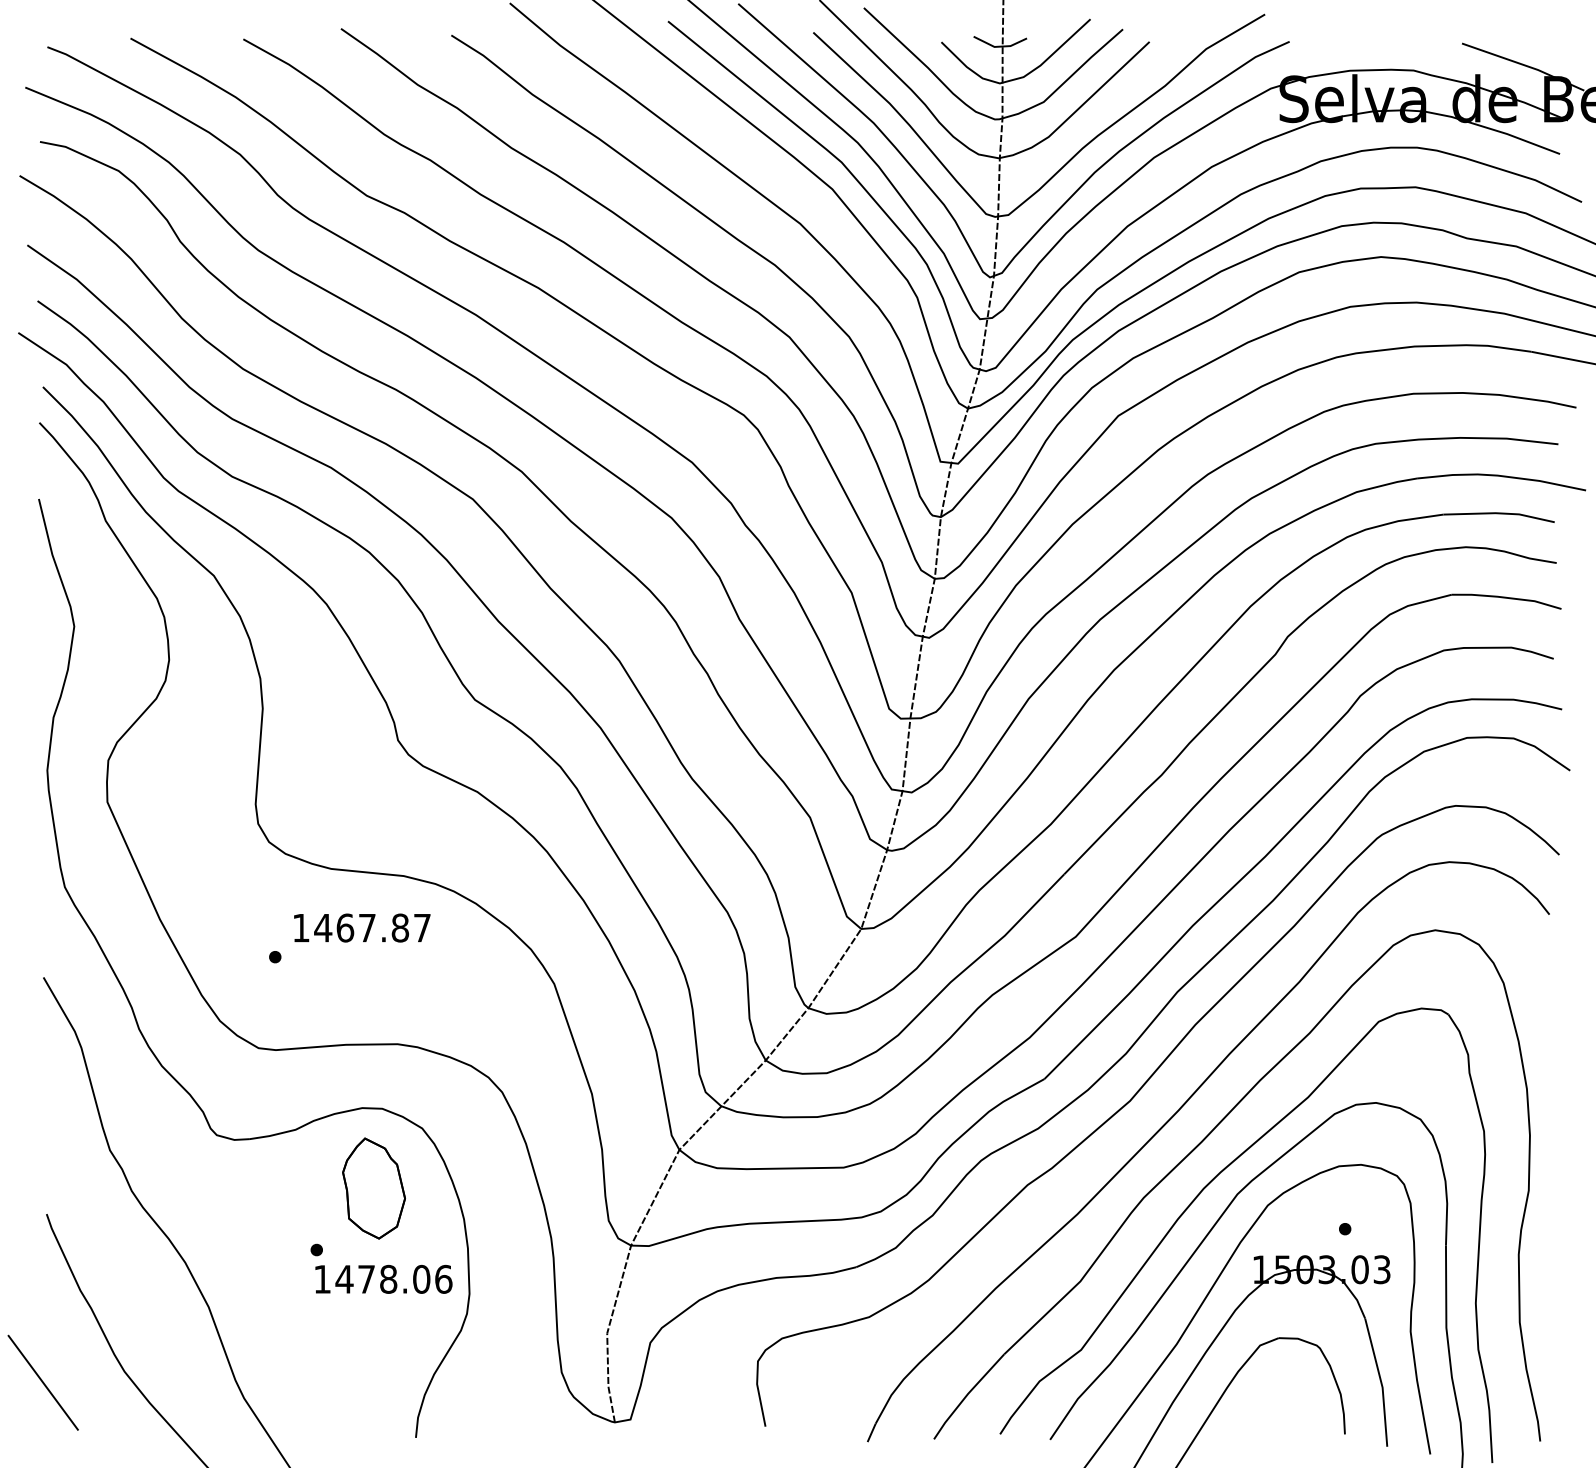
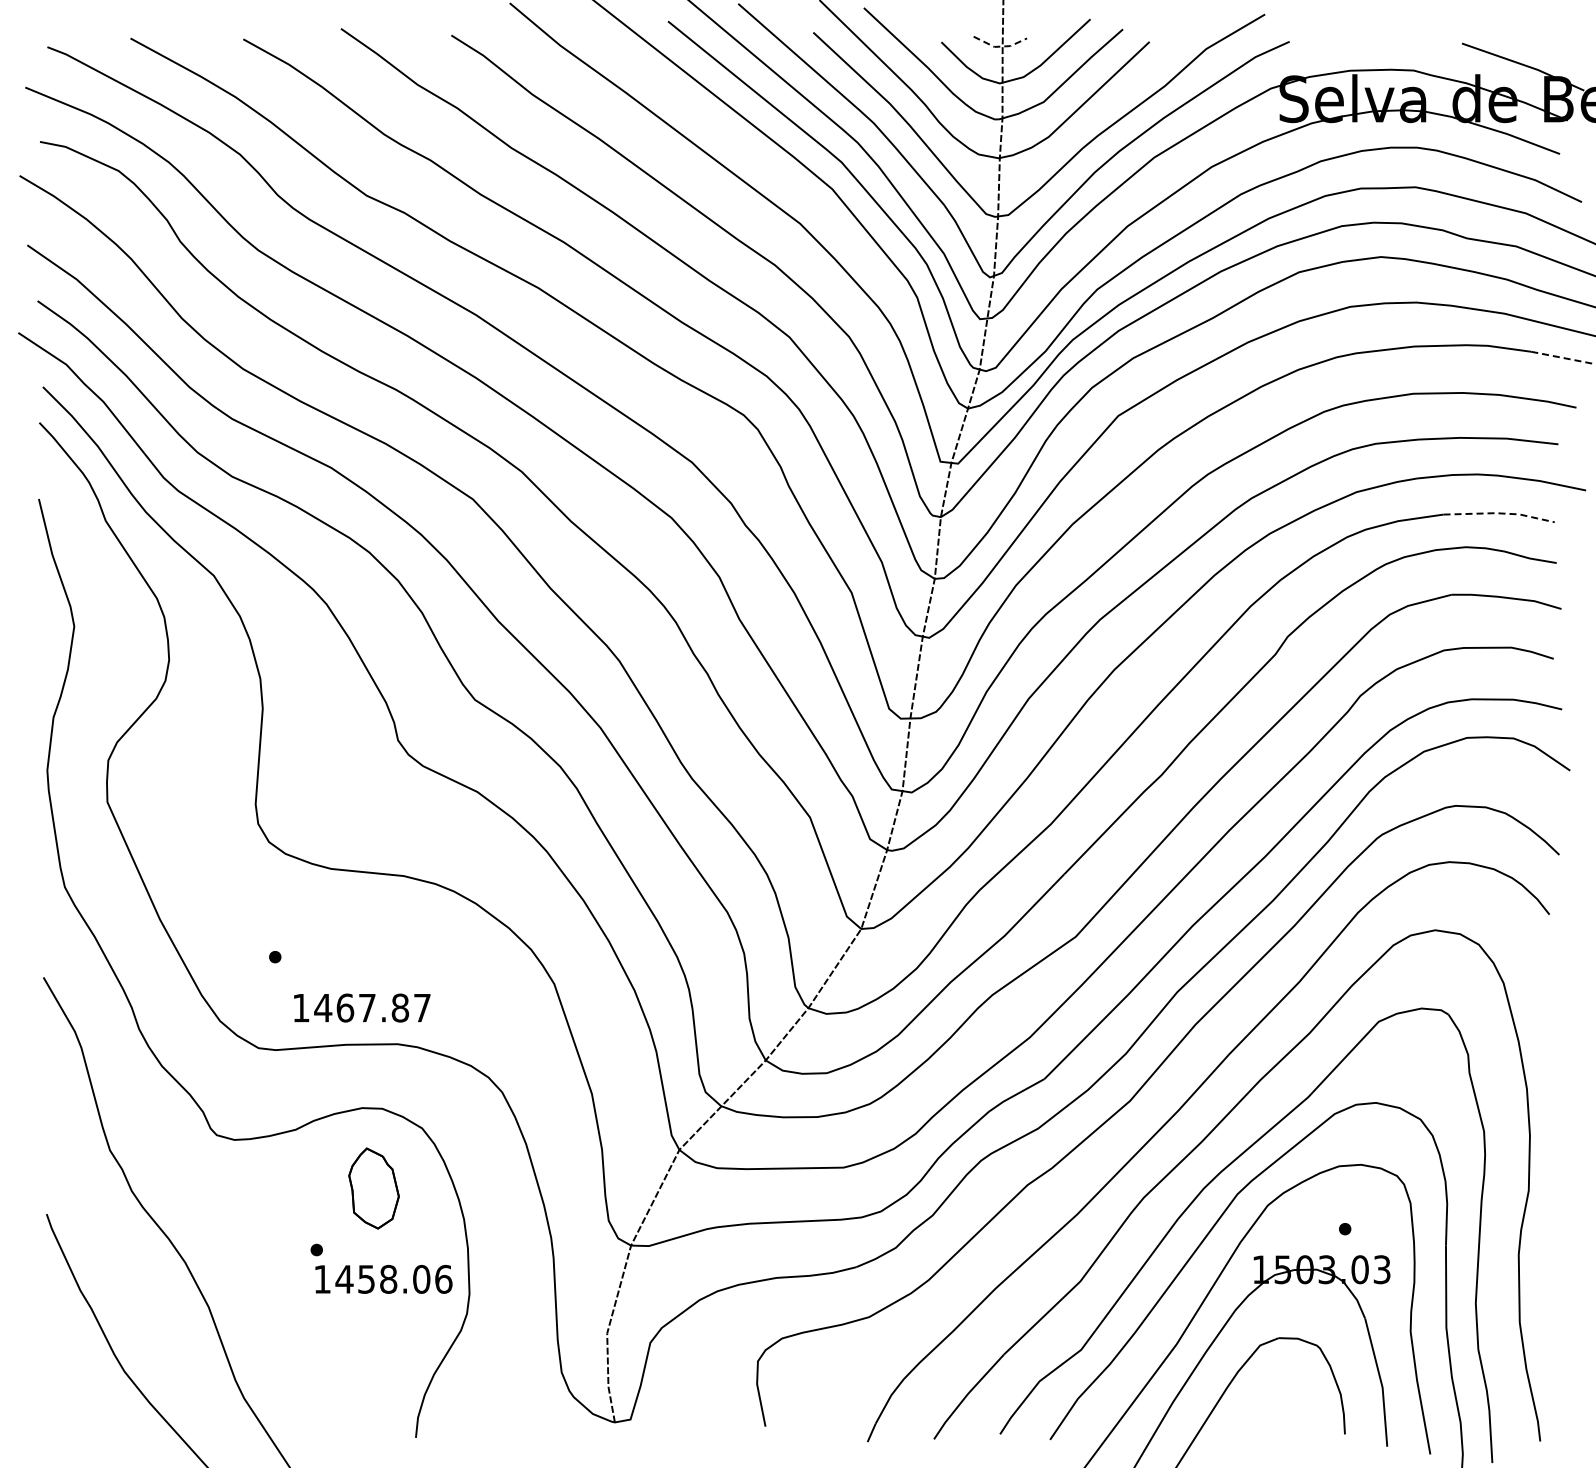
line at (1000, 46): solid -> dashed
line at (1563, 357): solid -> dashed
line at (1499, 513): solid -> dashed
text at (362, 927) position: (362, 927) -> (362, 1007)
part at (373, 1188) size: 64x103 px -> 52x83 px
text at (366, 1279): 1478.06 -> 1458.06
line at (42, 1382): present -> none
